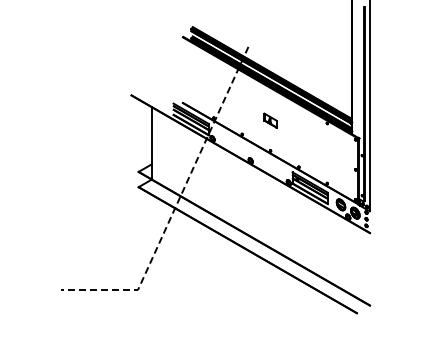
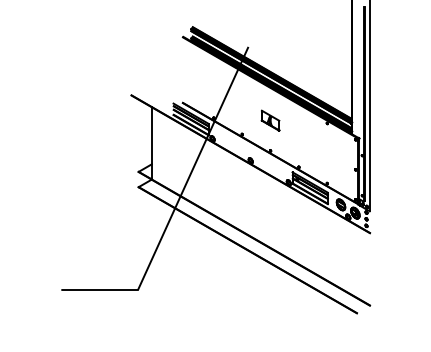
part at (270, 120) size: 15x17 px -> 21x23 px
line at (176, 204): dashed -> solid
